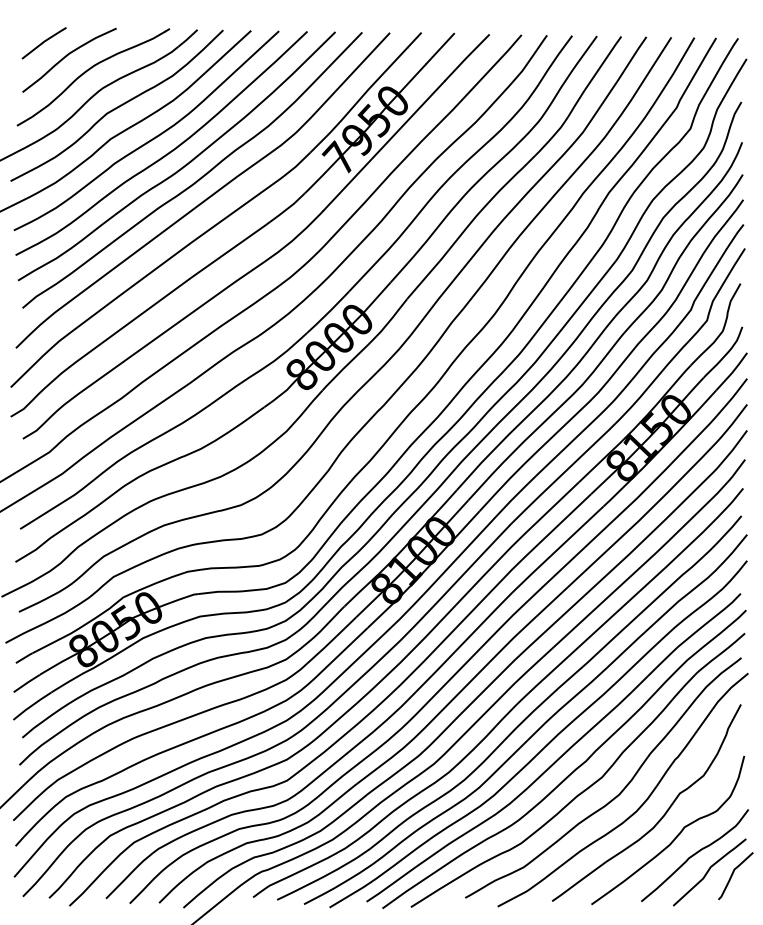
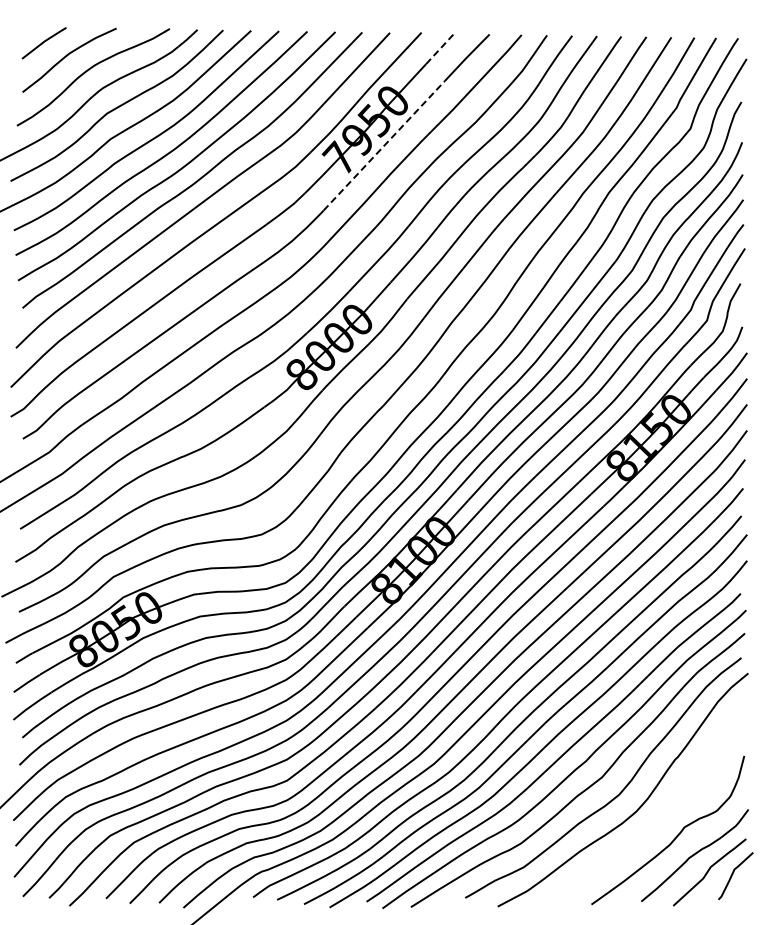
line at (440, 48): solid -> dashed
line at (384, 145): solid -> dashed
curve at (662, 815): present -> none
